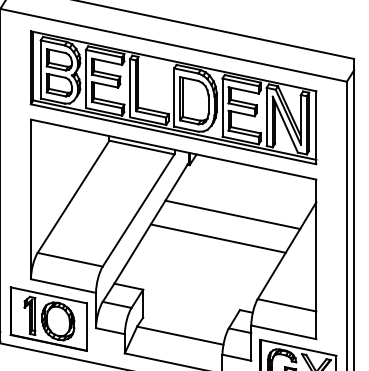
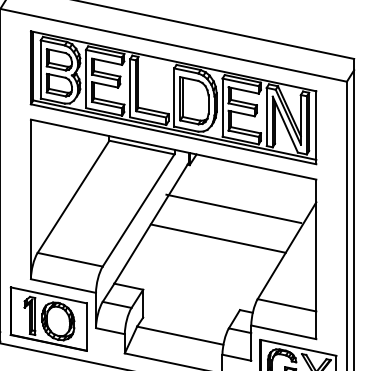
line at (232, 214) position: (232, 214) -> (233, 208)
